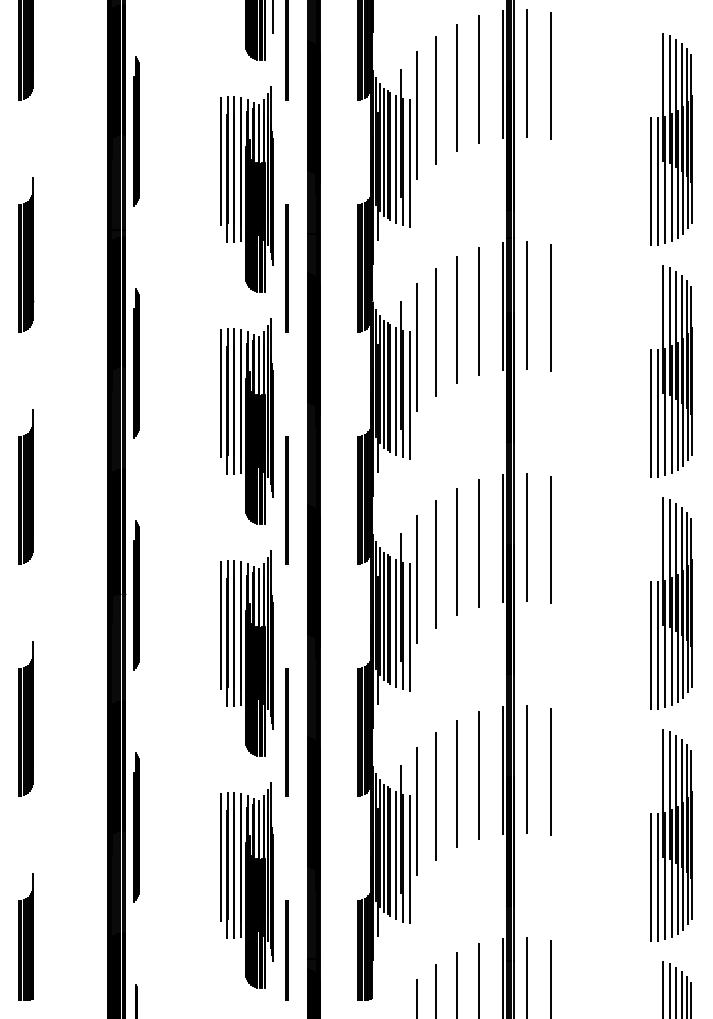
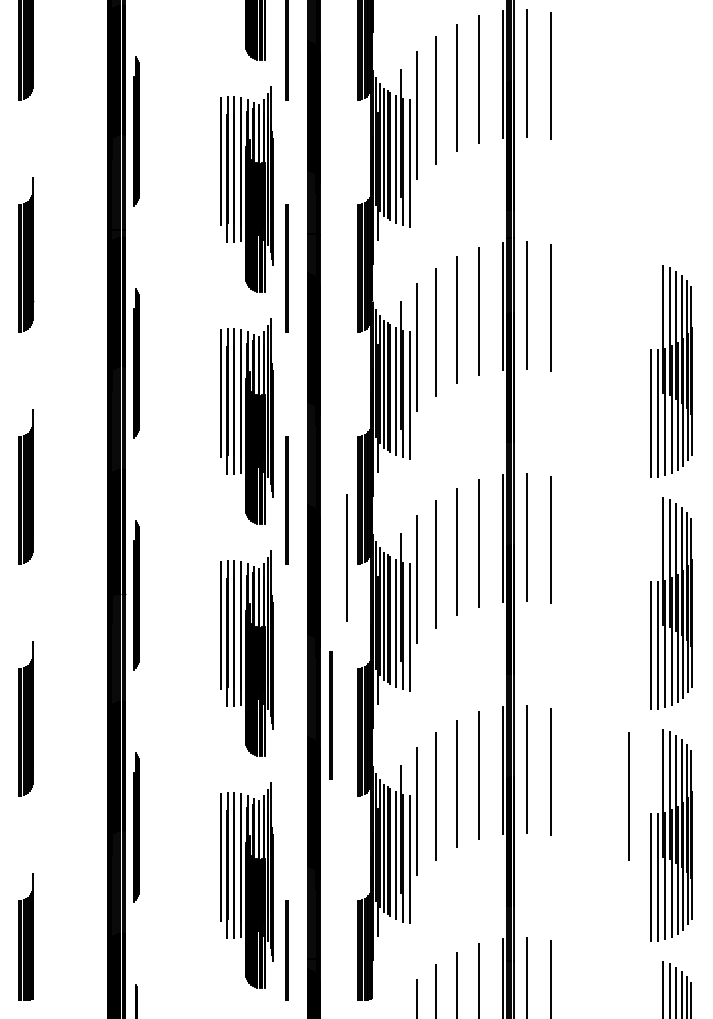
line at (272, 18): present -> none
part at (671, 139): present -> none
line at (346, 557): none -> present
line at (286, 732) position: (286, 732) -> (330, 715)
line at (628, 796): none -> present
